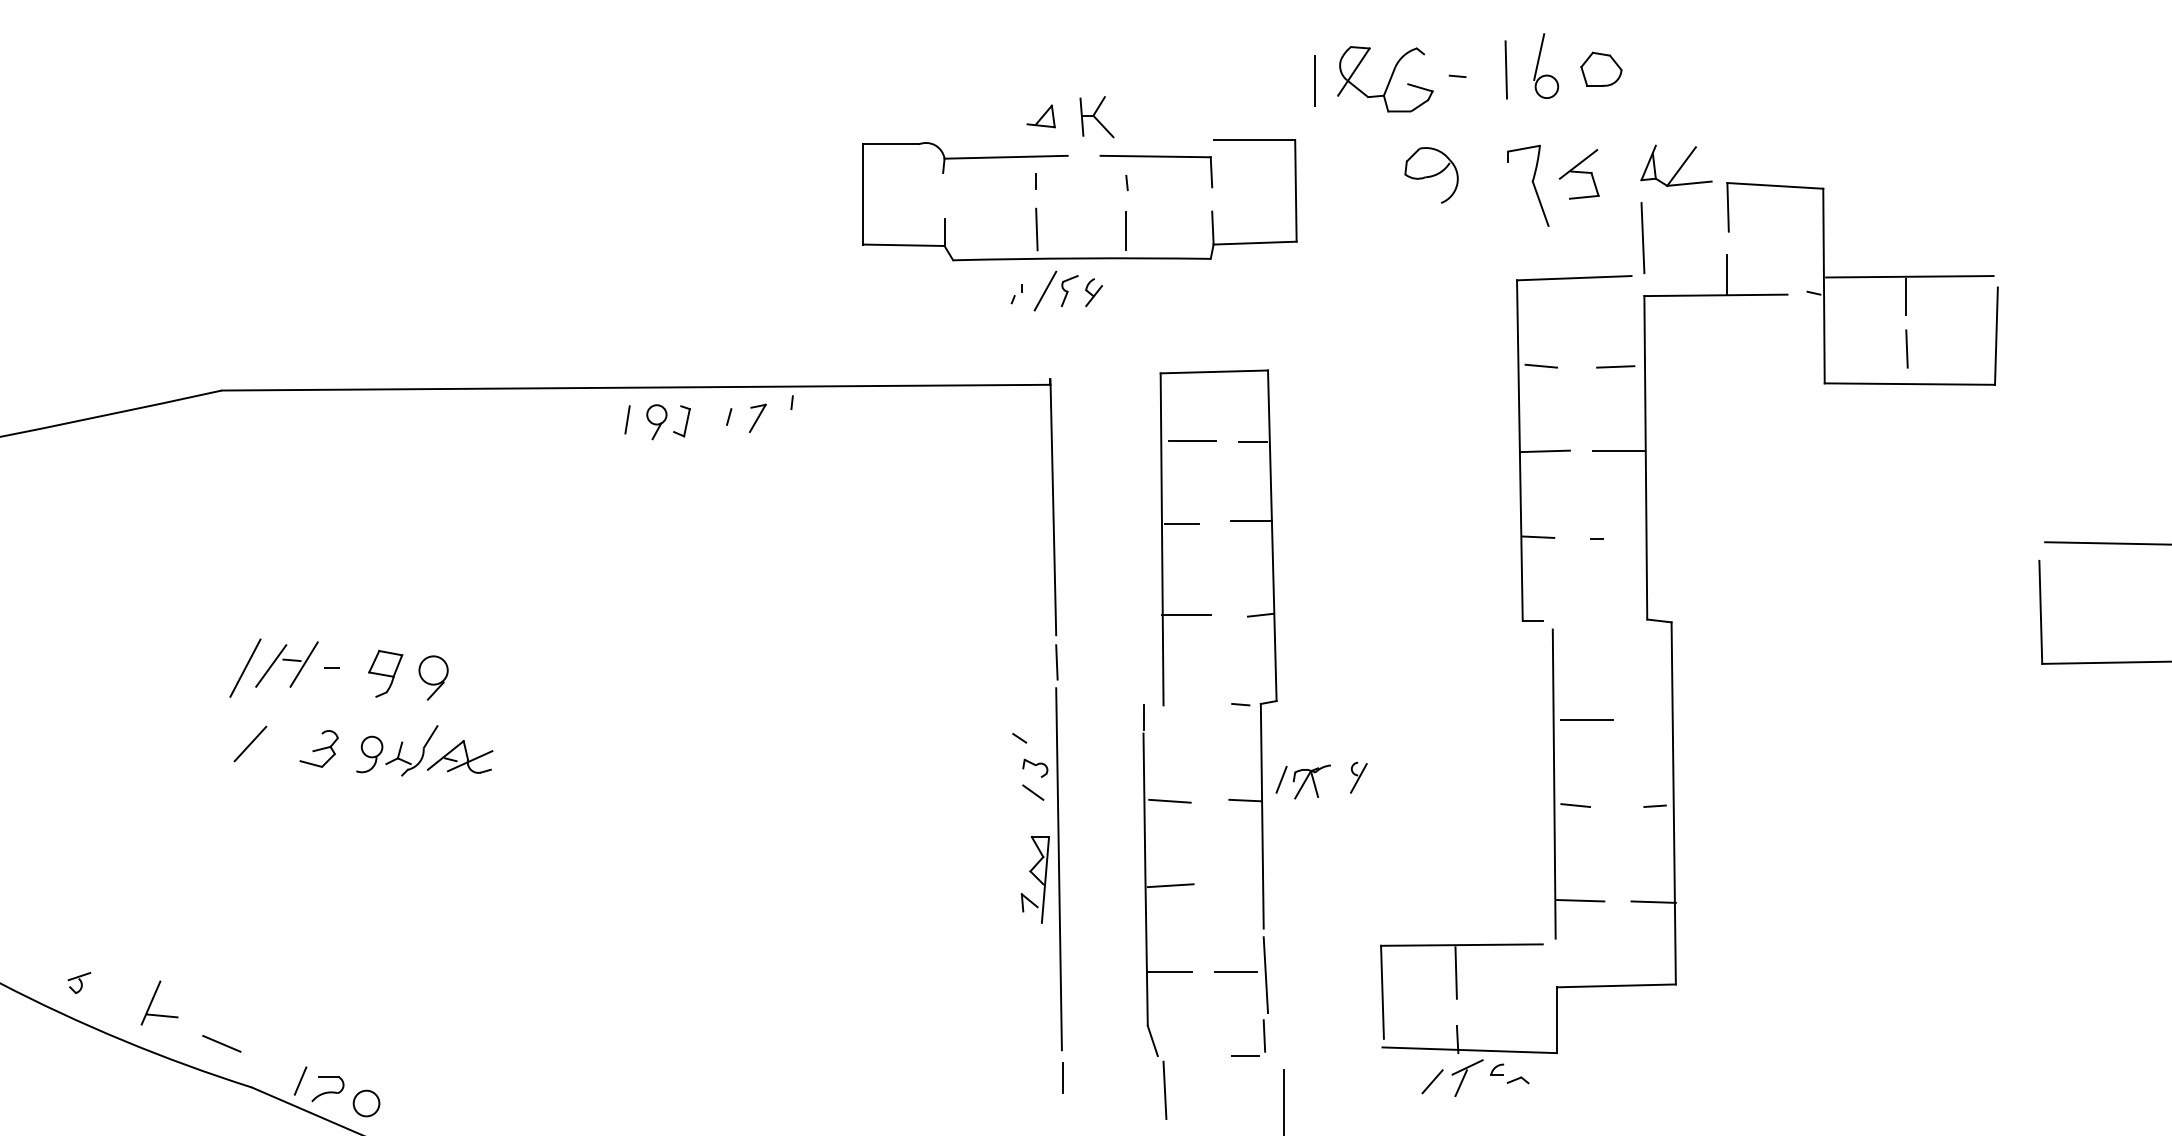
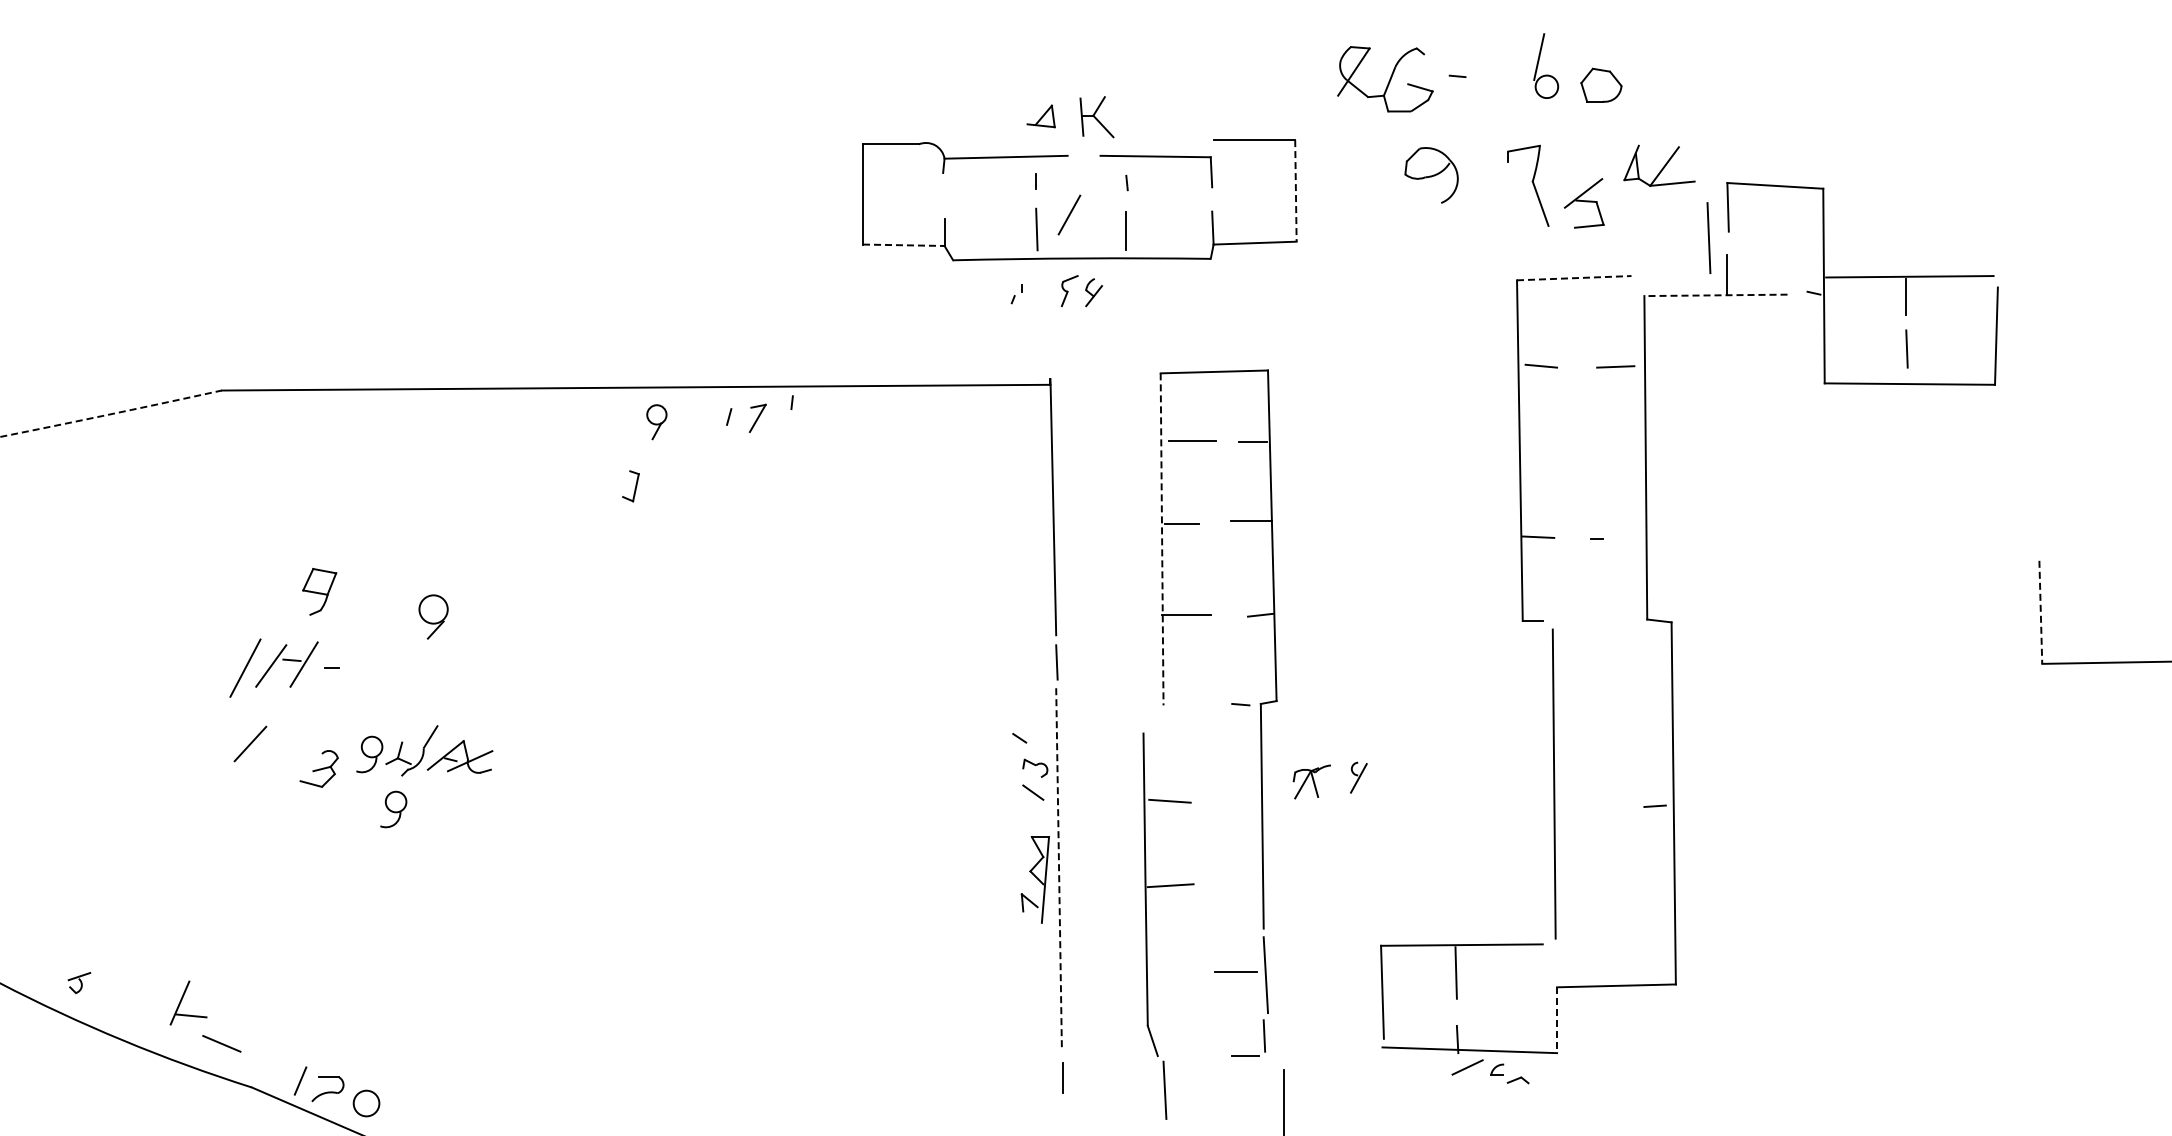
part at (1601, 68) position: (1601, 68) -> (1601, 84)
line at (1506, 69): present -> none
line at (1314, 80): present -> none
part at (1676, 165) position: (1676, 165) -> (1659, 165)
part at (1578, 174) position: (1578, 174) -> (1583, 203)
line at (1295, 190): solid -> dashed
line at (1642, 238) position: (1642, 238) -> (1708, 238)
line at (903, 245): solid -> dashed
line at (1574, 278): solid -> dashed
line at (1045, 290) position: (1045, 290) -> (1069, 214)
line at (1715, 295): solid -> dashed
arc at (110, 414): solid -> dashed
line at (627, 419): present -> none
part at (681, 421) position: (681, 421) -> (630, 486)
line at (1618, 450): present -> none
line at (1545, 451): present -> none
line at (1162, 539): solid -> dashed
line at (2106, 543): present -> none
line at (2040, 612): solid -> dashed
part at (385, 673) position: (385, 673) -> (319, 591)
part at (433, 677) position: (433, 677) -> (433, 616)
line at (1143, 717): present -> none
line at (1586, 719): present -> none
part at (318, 748) position: (318, 748) -> (318, 768)
line at (1281, 779): present -> none
line at (1244, 800): present -> none
line at (1575, 805): present -> none
part at (393, 809): none -> present
line at (1059, 869): solid -> dashed
line at (1580, 900): present -> none
line at (1653, 901): present -> none
line at (1169, 971): present -> none
part at (153, 1000) position: (153, 1000) -> (182, 1000)
line at (1557, 1020): solid -> dashed
line at (1432, 1081): present -> none
line at (1460, 1083): present -> none
